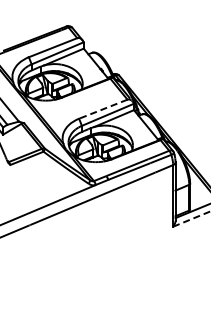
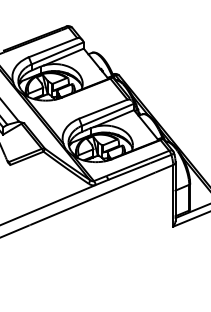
line at (102, 109): dashed -> solid
line at (192, 218): dashed -> solid
